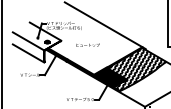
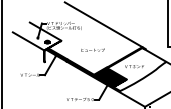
text at (87, 44) position: (87, 44) -> (92, 49)
line at (28, 53): present -> none
hatch at (137, 69): present -> none
